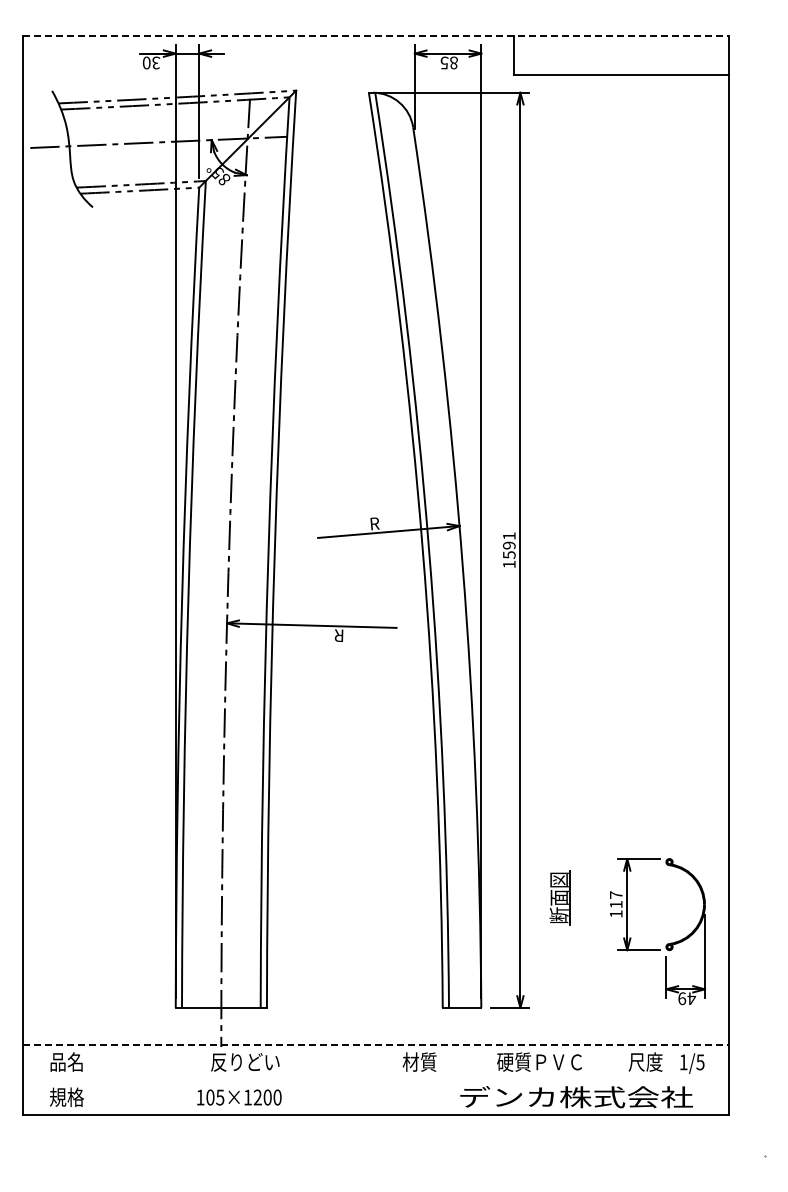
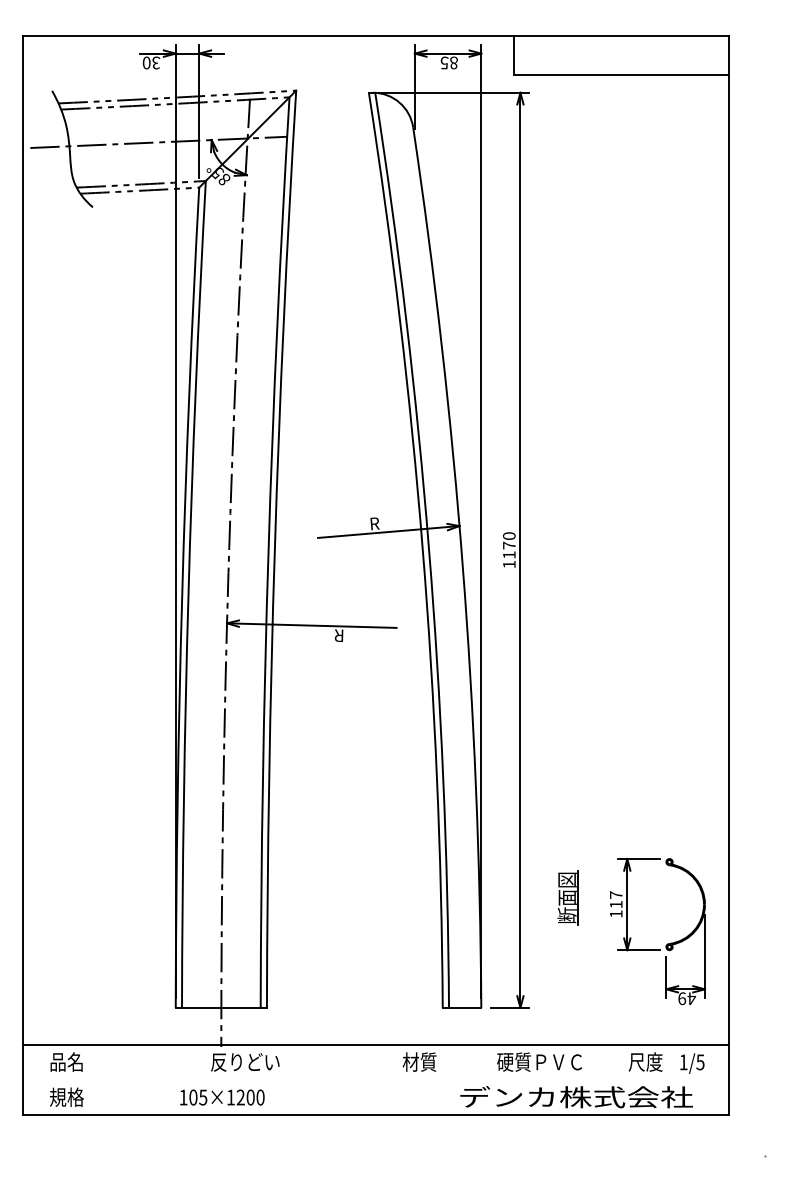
line at (376, 35): dashed -> solid
text at (509, 545): 1591 -> 1170
part at (559, 897) position: (559, 897) -> (567, 897)
line at (376, 1044): dashed -> solid
text at (239, 1097) position: (239, 1097) -> (222, 1097)
